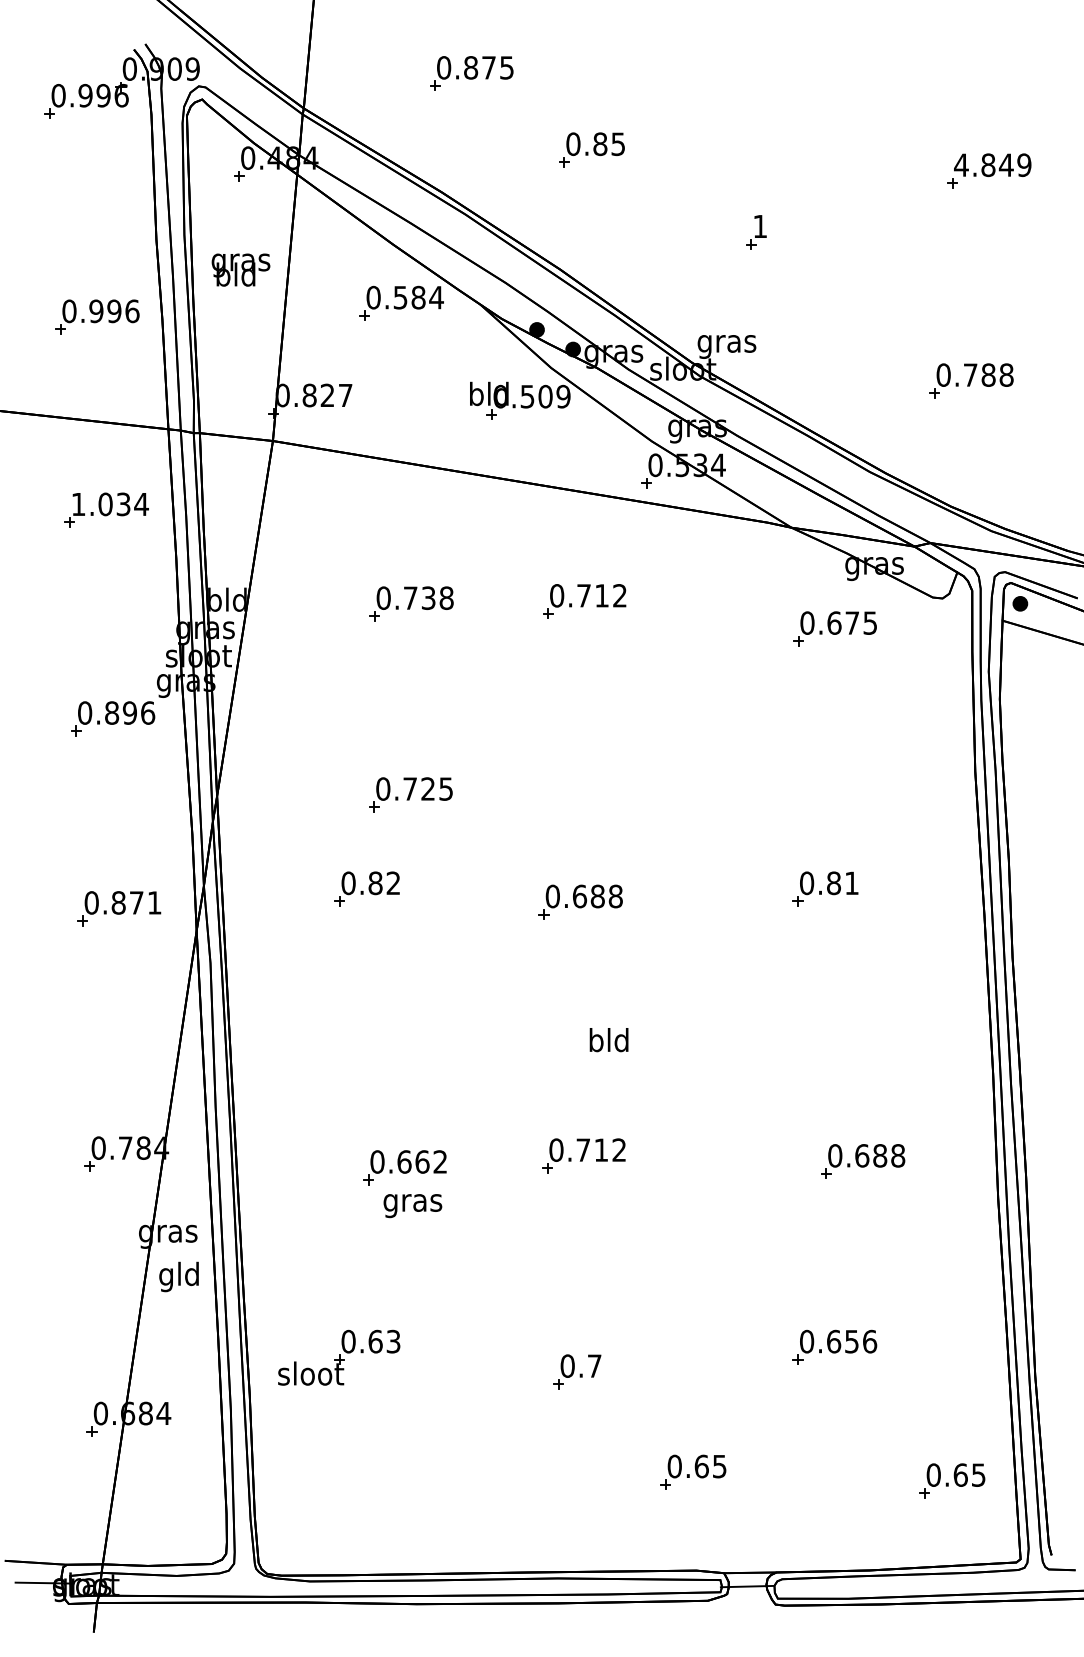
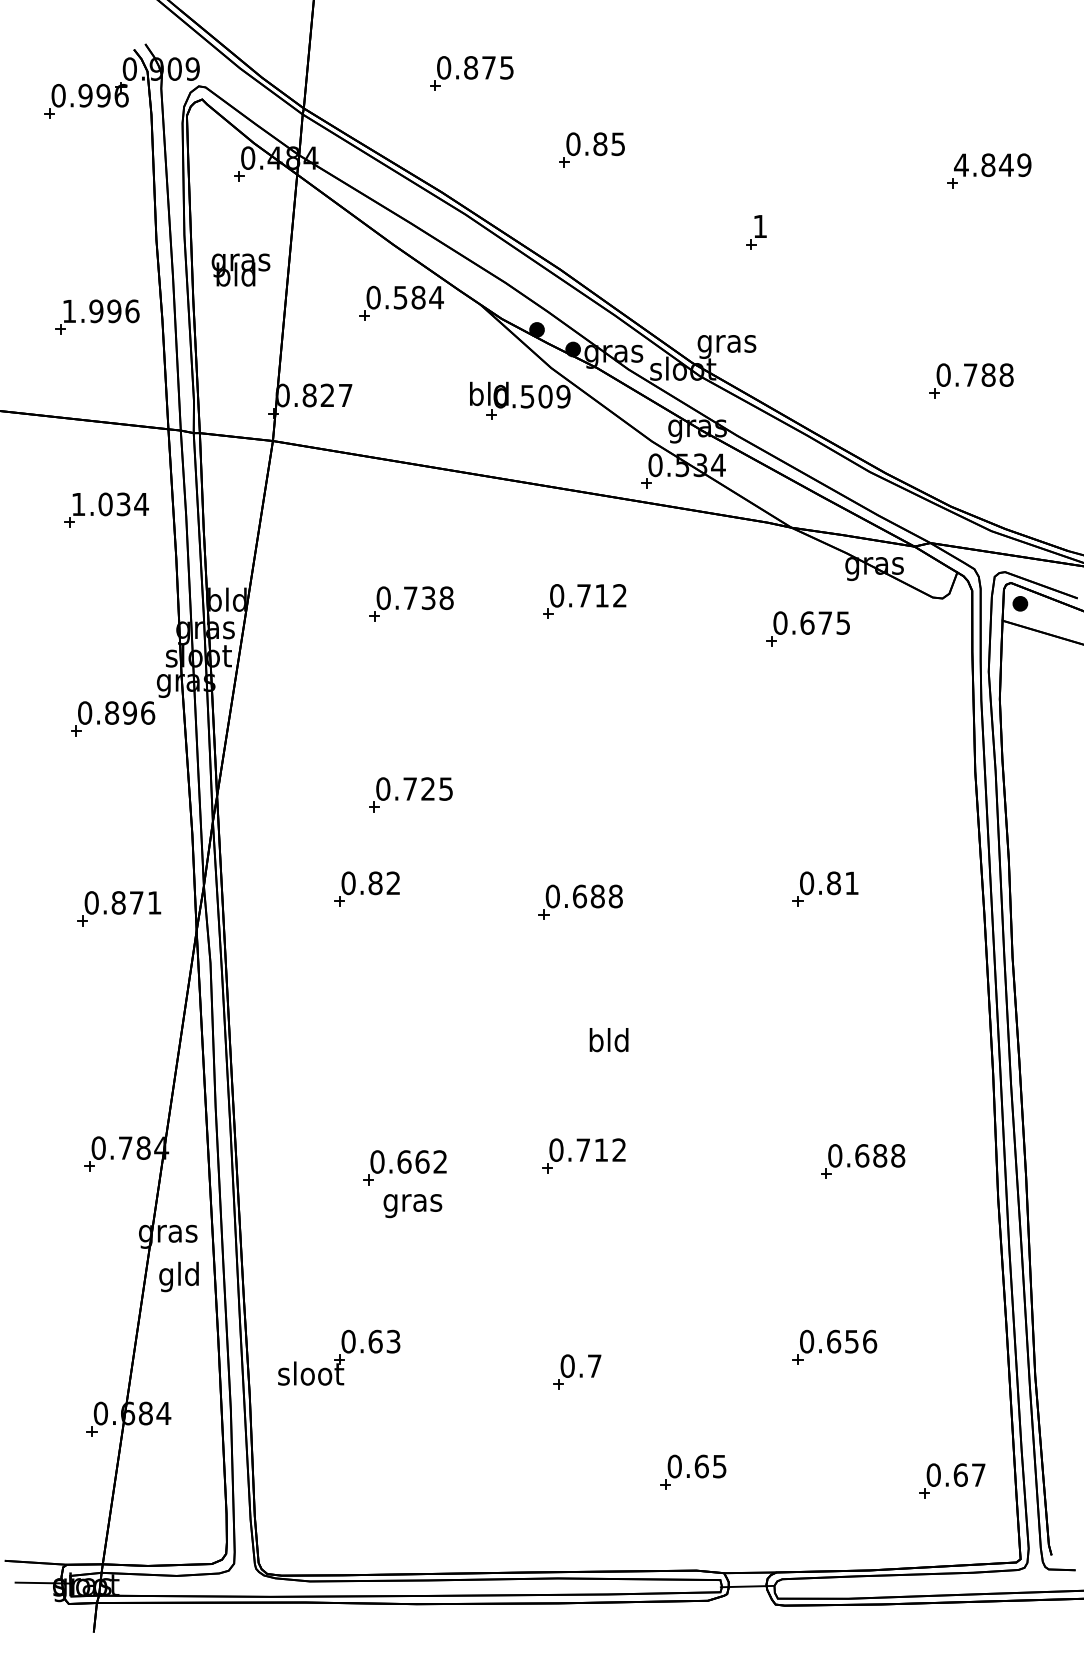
text at (69, 311): 0.996 -> 1.996
part at (834, 628) position: (834, 628) -> (807, 628)
text at (978, 1474): 0.65 -> 0.67
